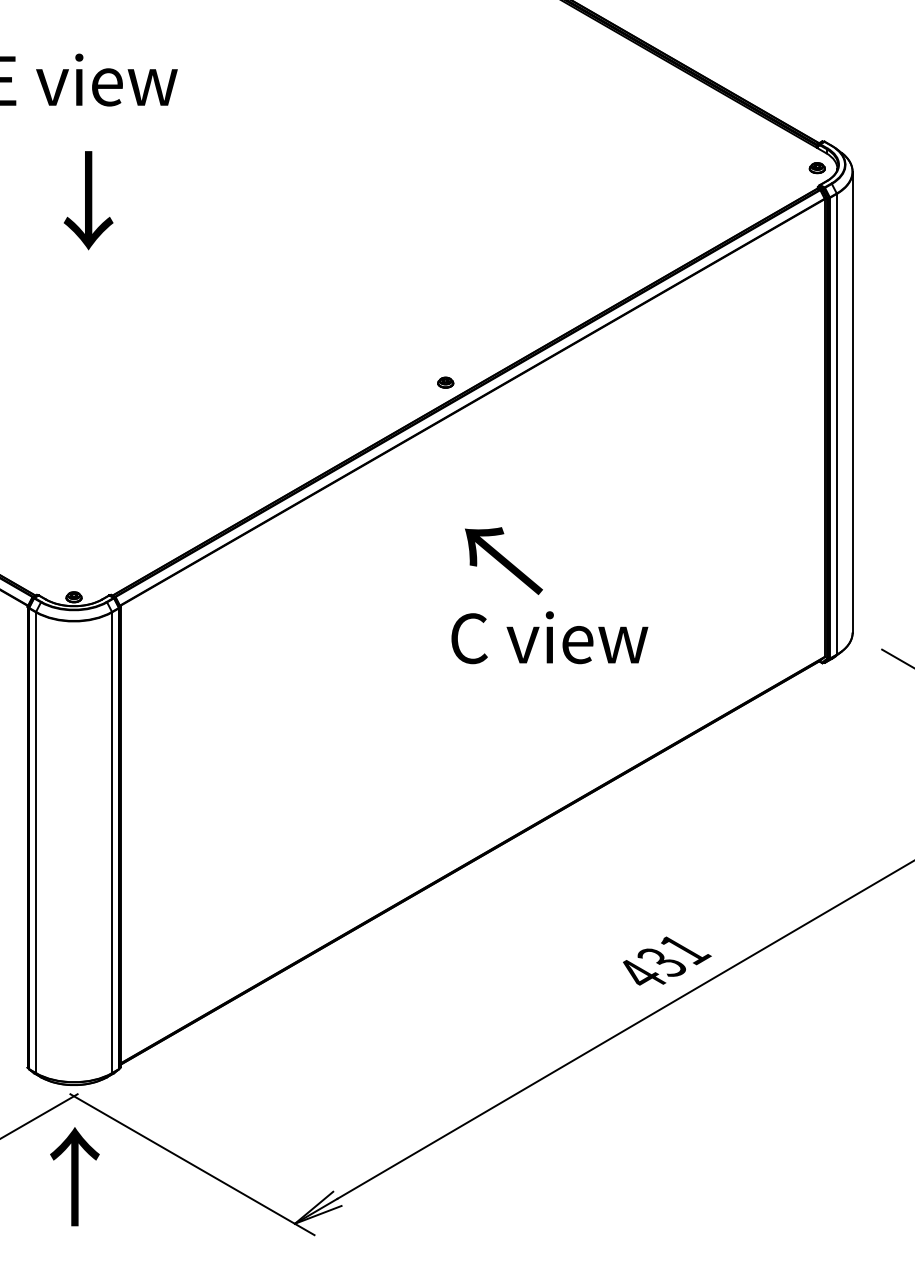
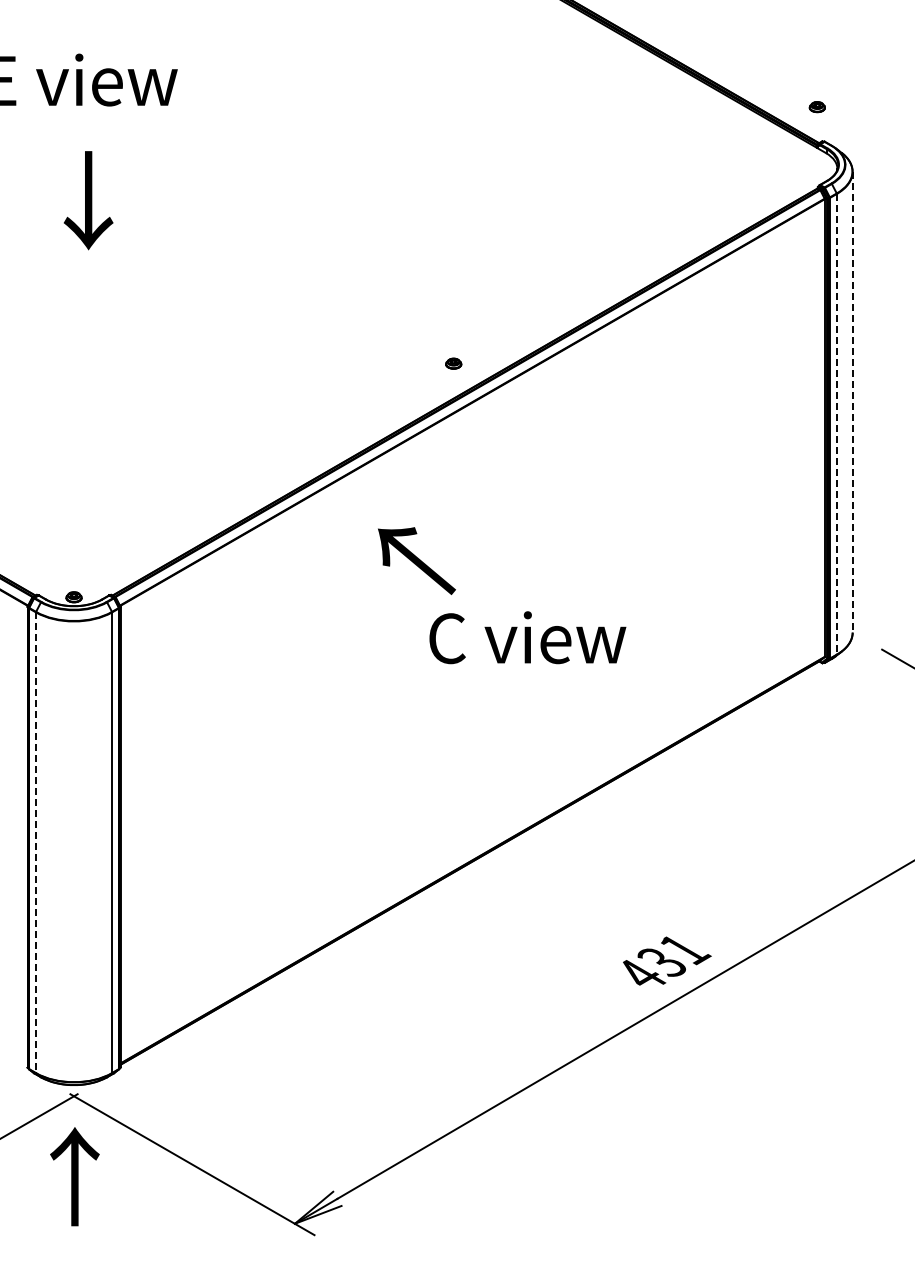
part at (816, 168) position: (816, 168) -> (816, 107)
part at (445, 382) position: (445, 382) -> (453, 363)
line at (852, 402): solid -> dashed
line at (836, 424): solid -> dashed
text at (503, 560) position: (503, 560) -> (416, 560)
text at (549, 637) position: (549, 637) -> (527, 637)
line at (35, 843): solid -> dashed
